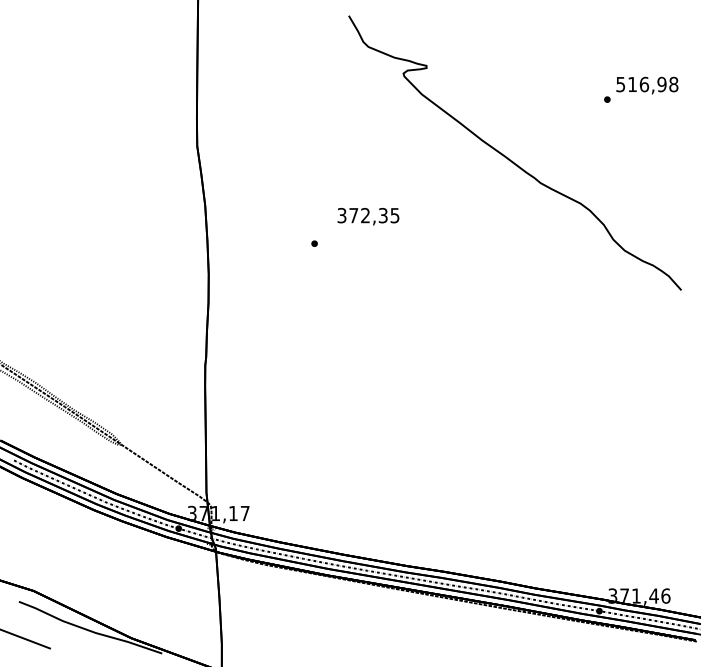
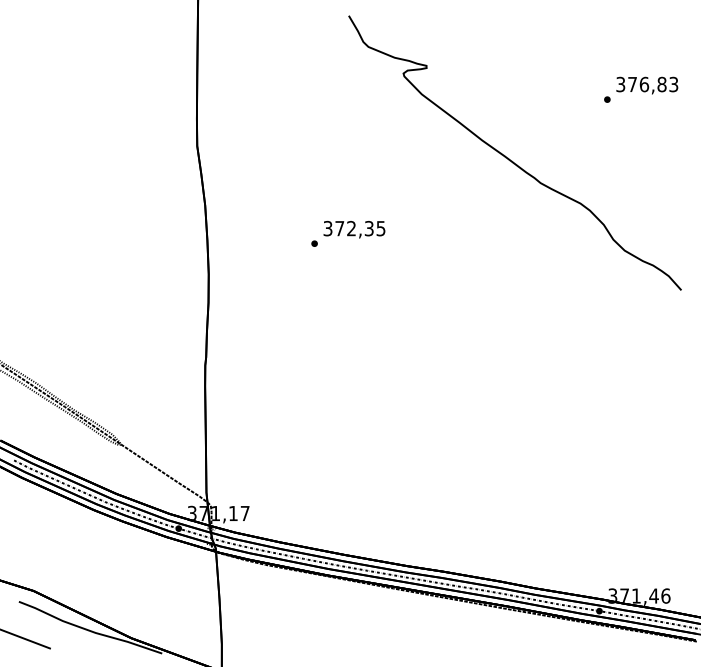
text at (647, 84): 516,98 -> 376,83
text at (368, 216) position: (368, 216) -> (354, 229)
